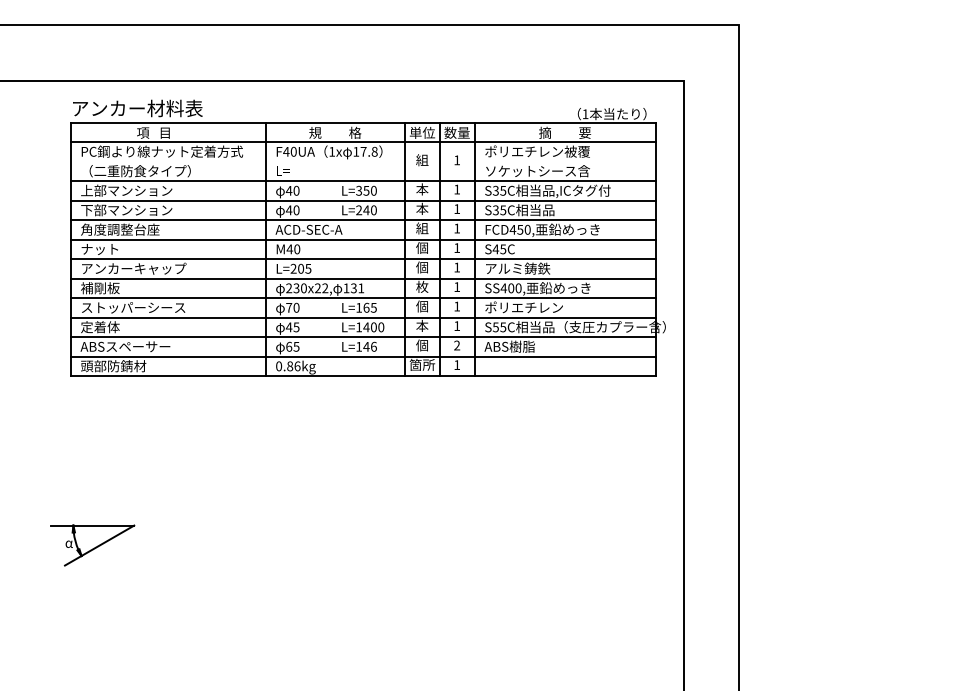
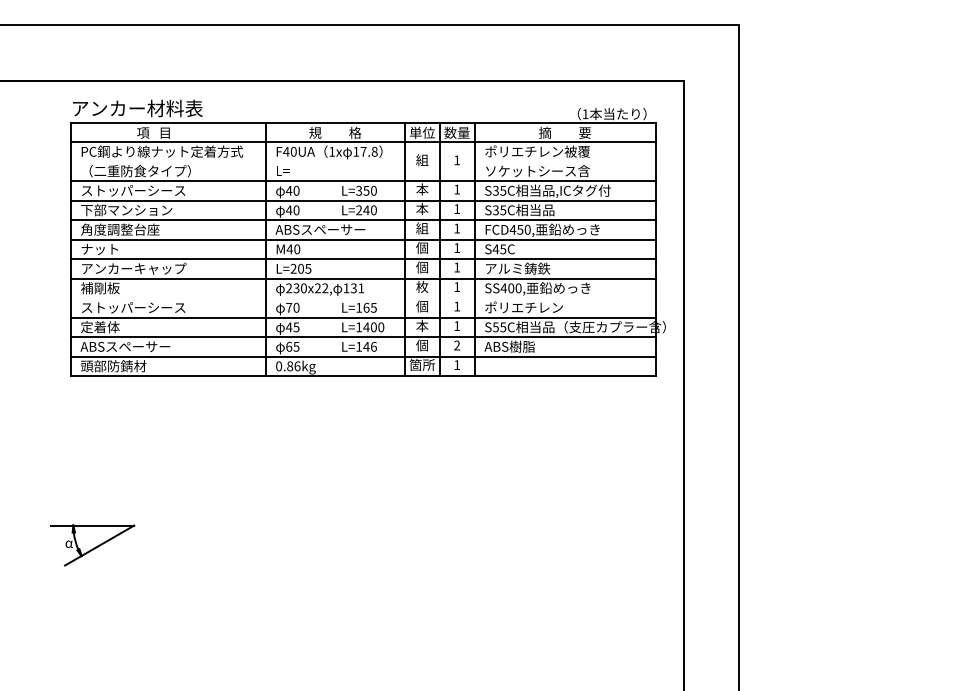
text at (133, 190): 上部マンション -> ストッパーシース
text at (324, 229): ACD-SEC-A -> ABSスペーサー
line at (362, 298): present -> none
